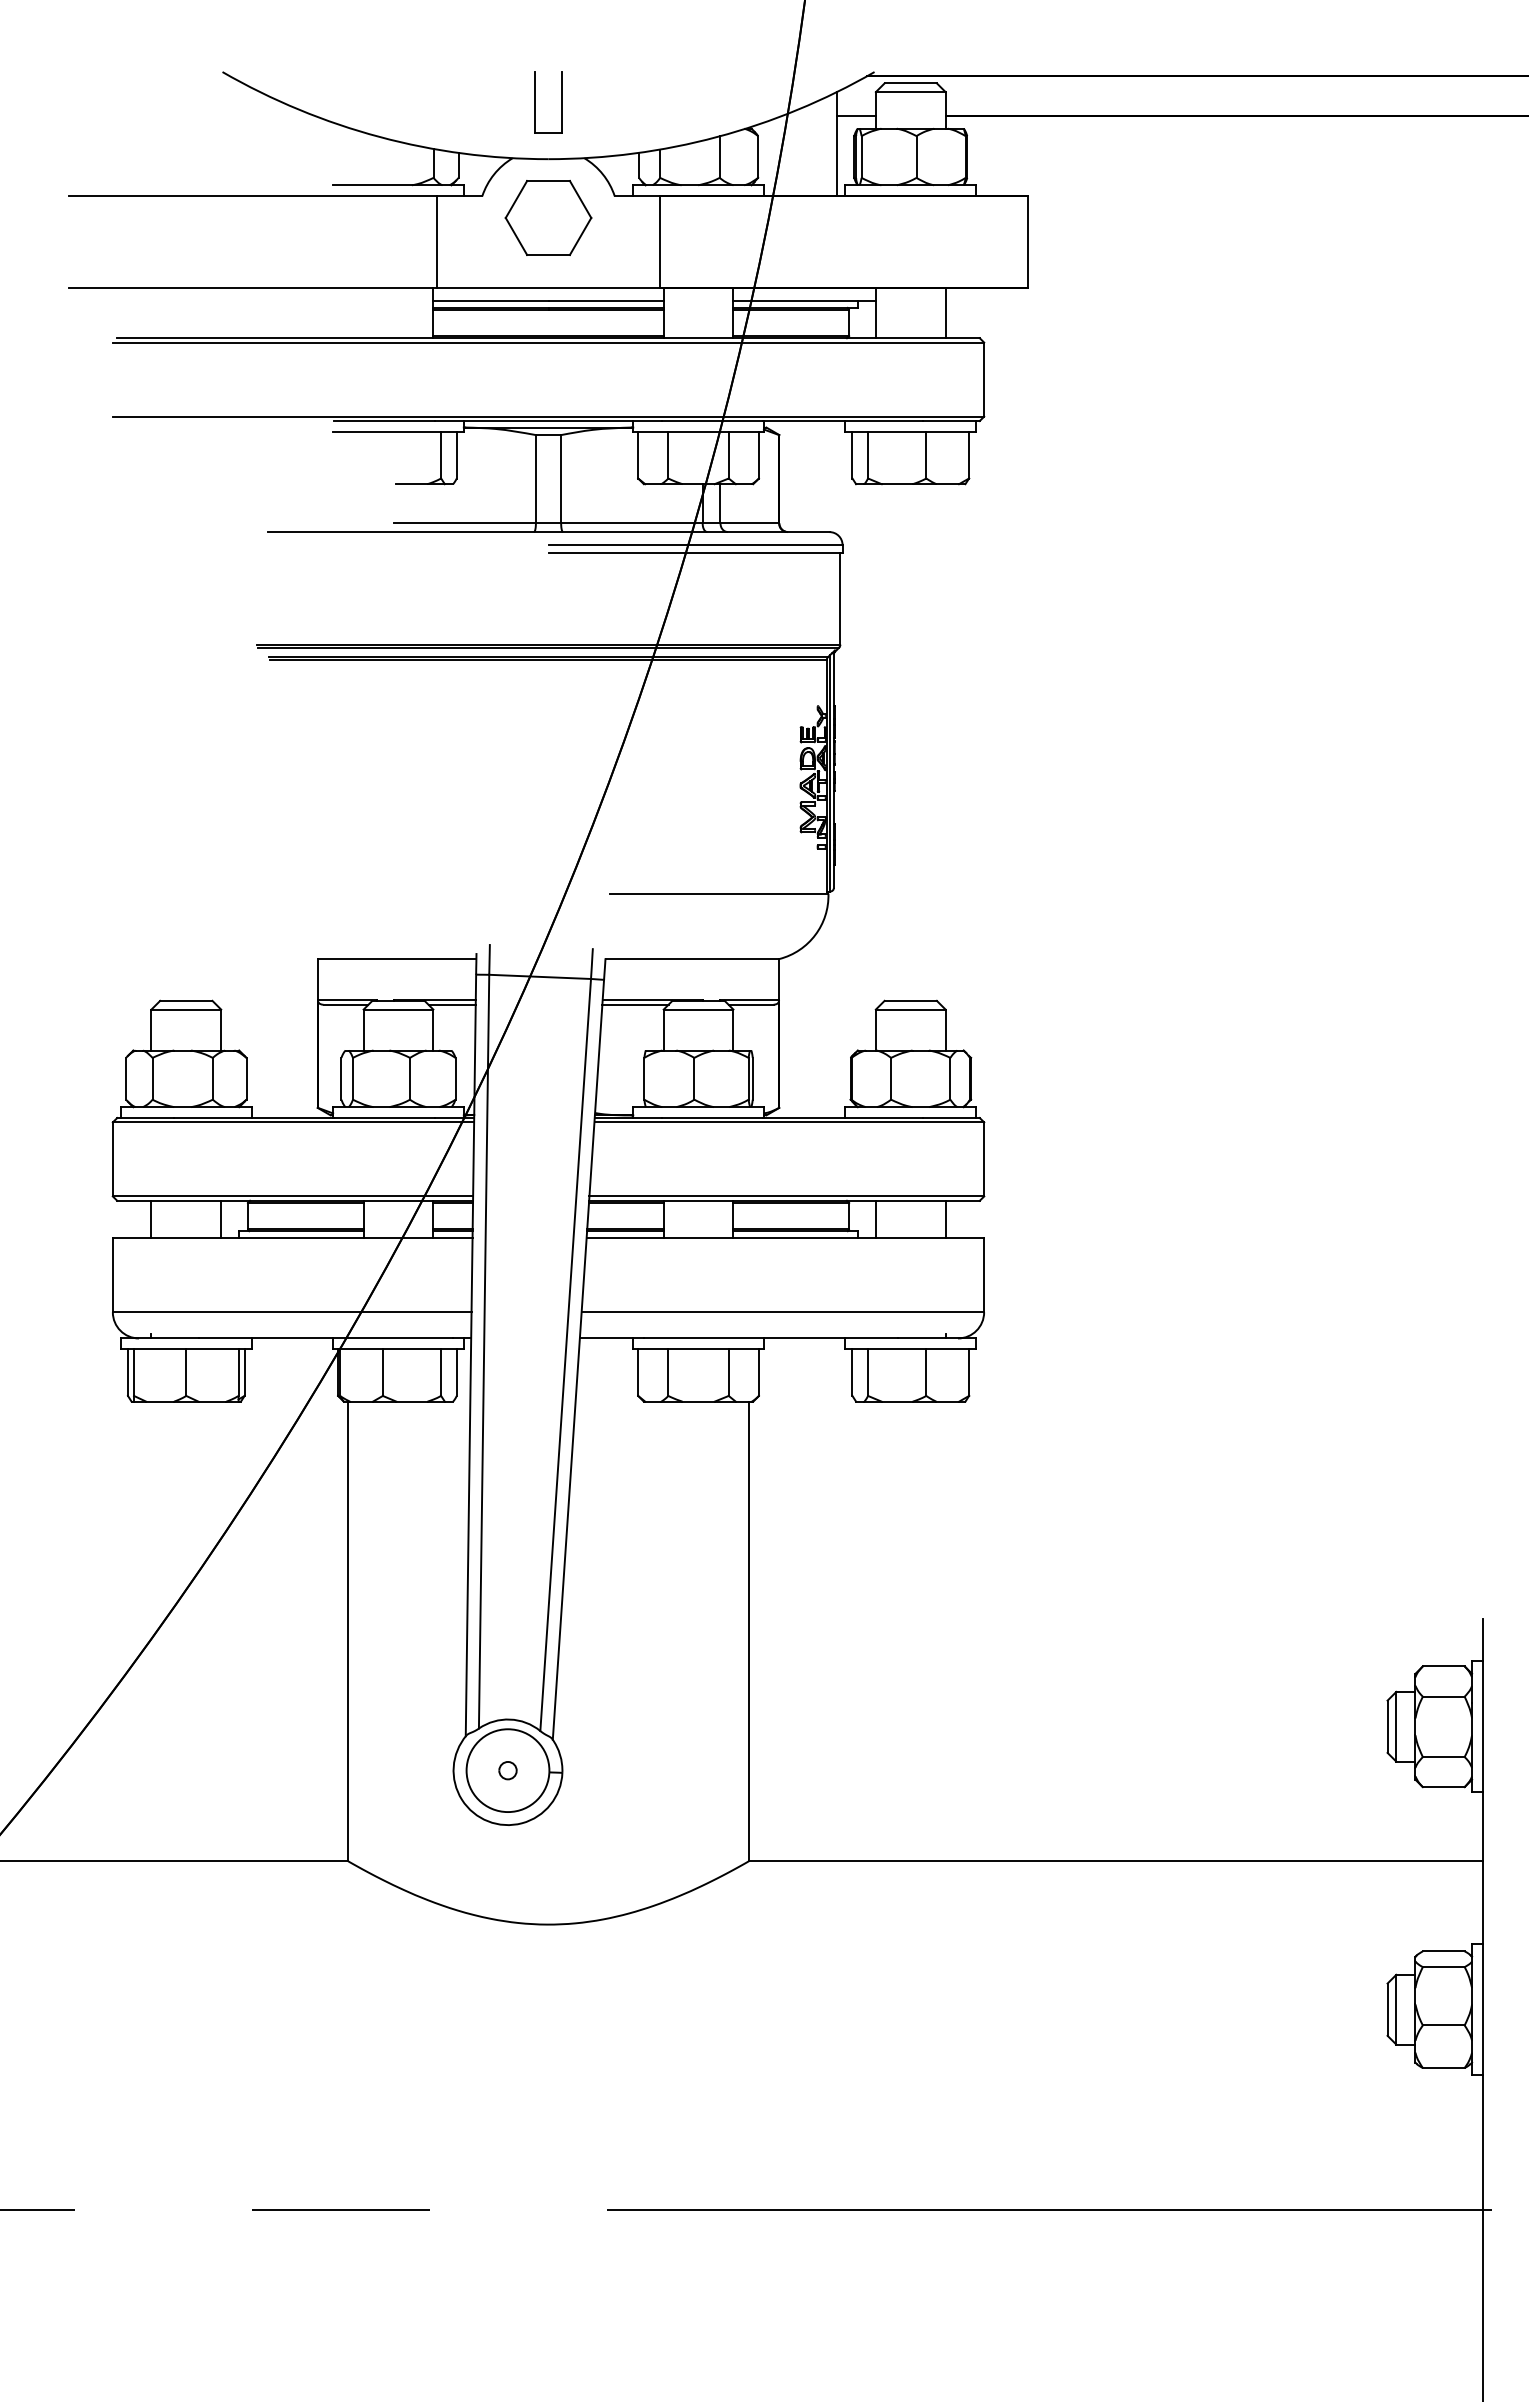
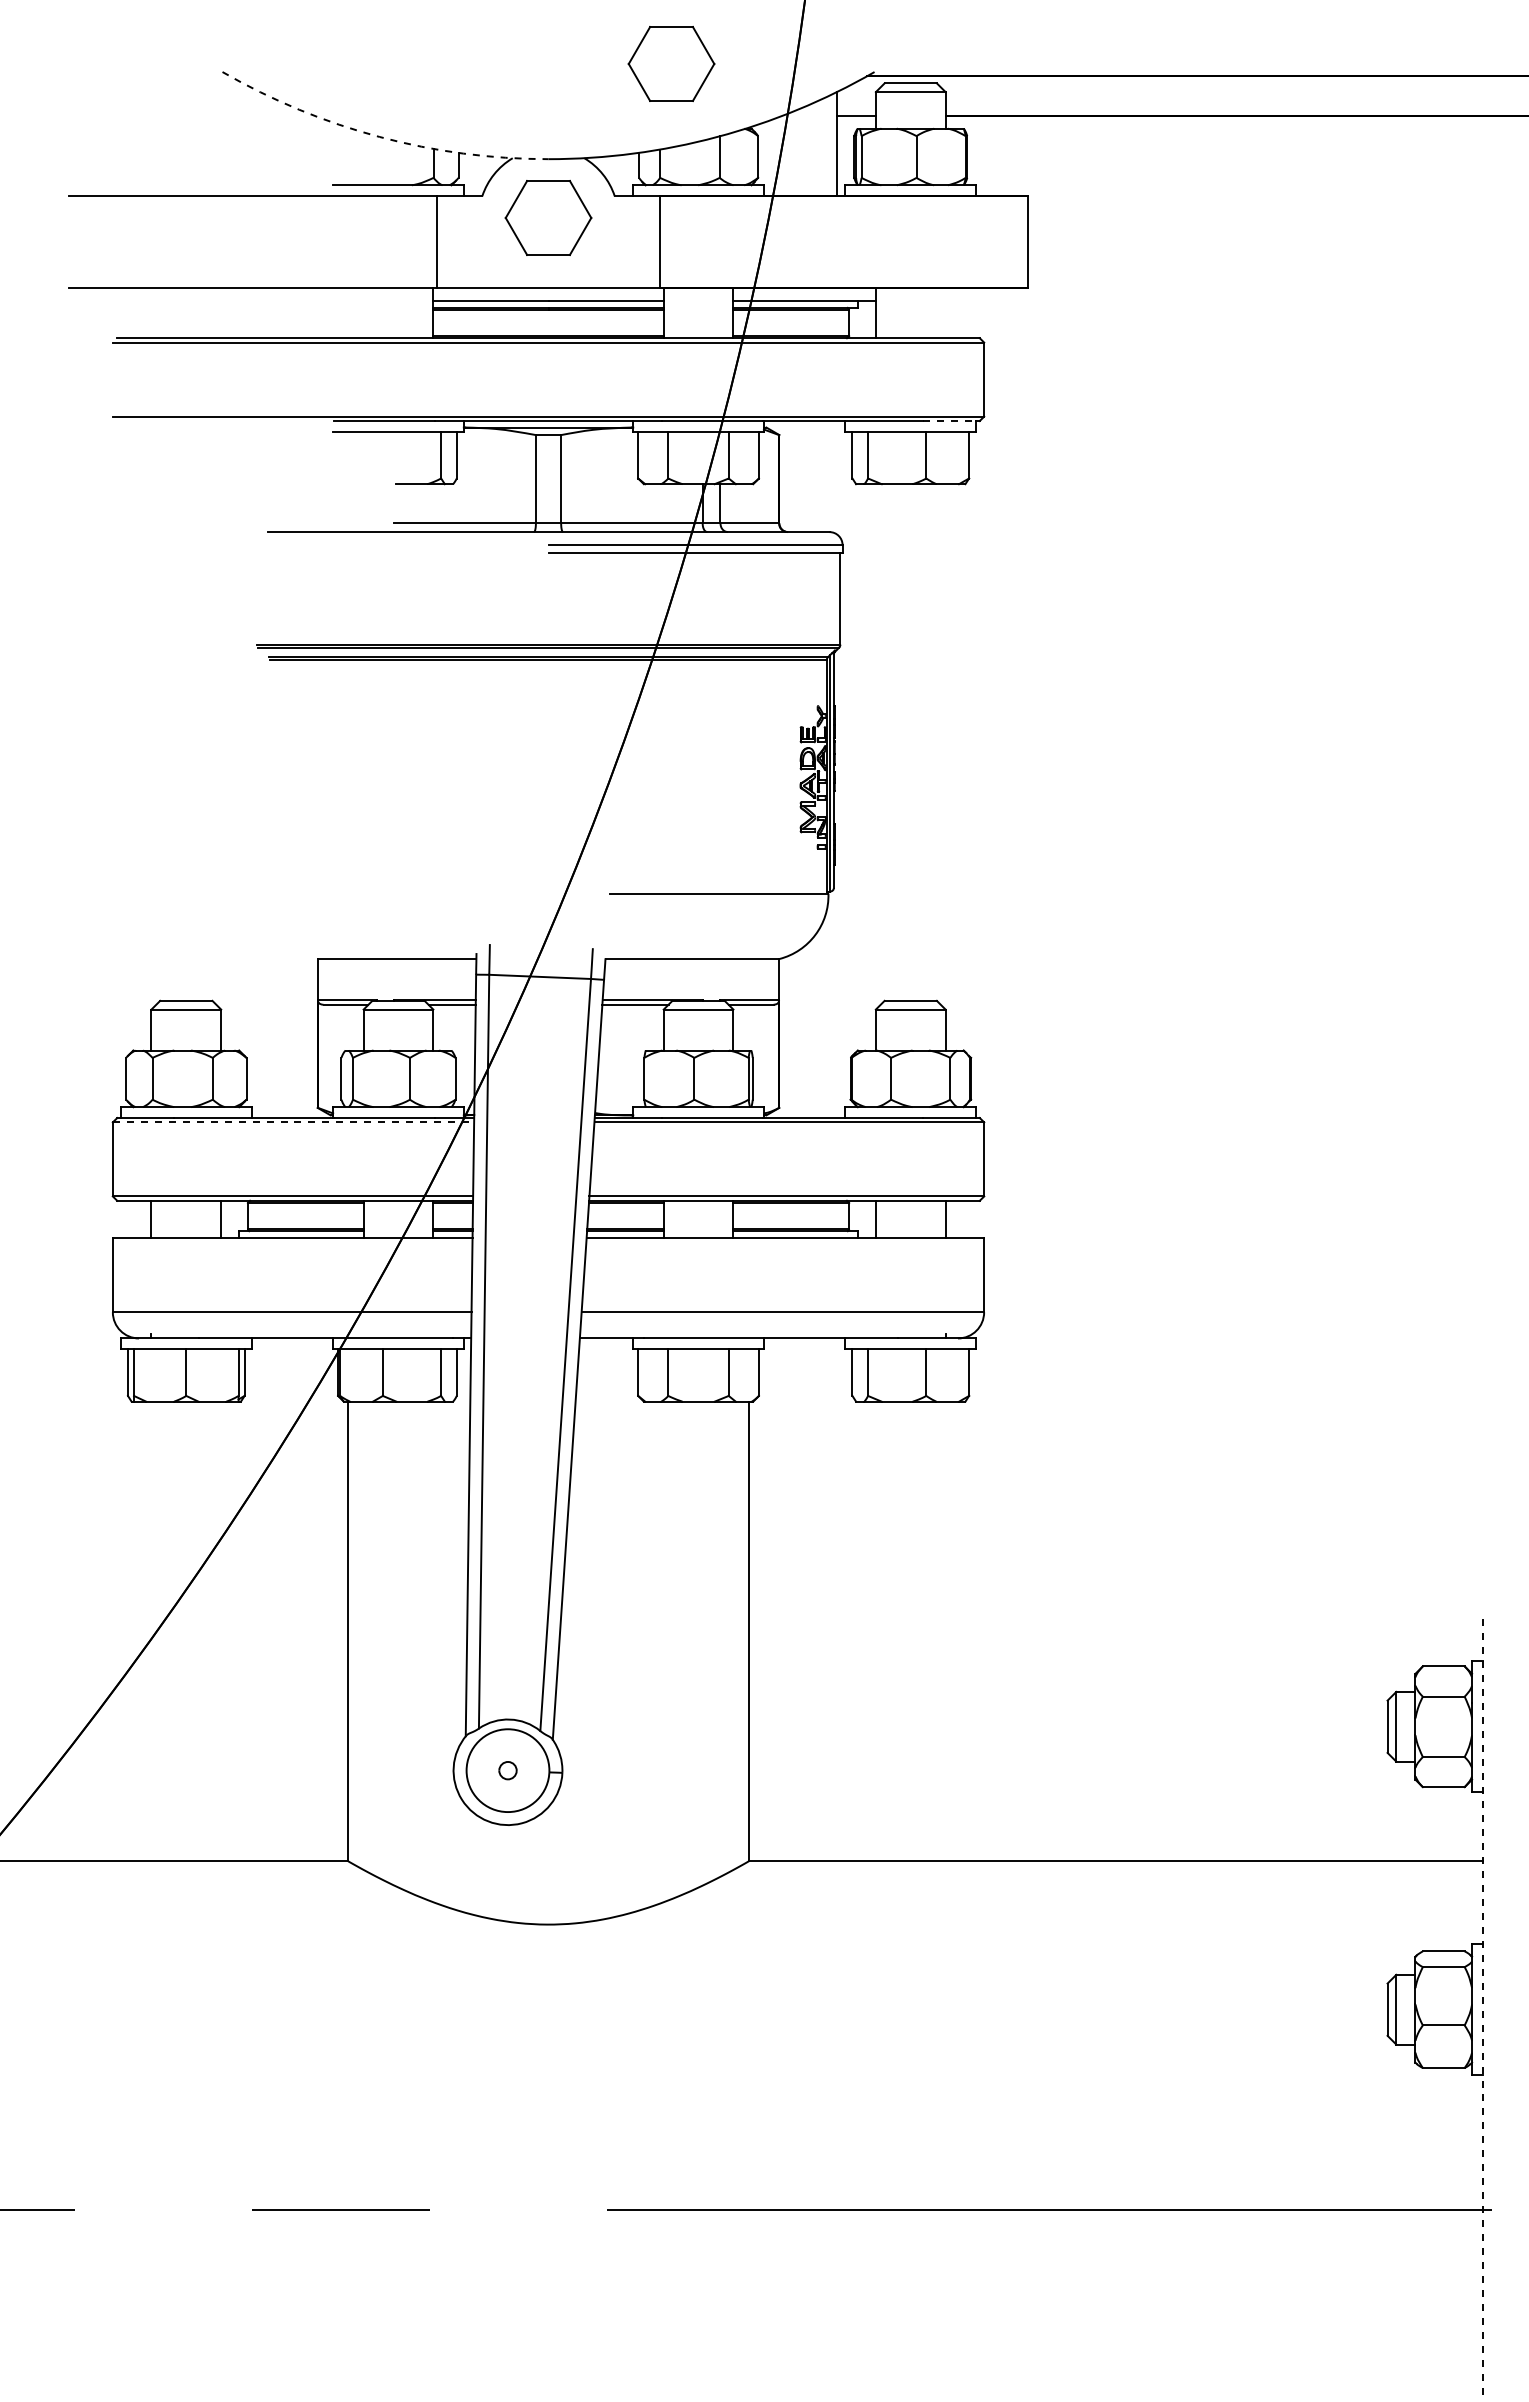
part at (671, 63): none -> present
part at (535, 102): present -> none
arc at (379, 137): solid -> dashed
line at (945, 312): present -> none
line at (949, 421): solid -> dashed
line at (293, 1122): solid -> dashed
line at (1483, 2010): solid -> dashed
